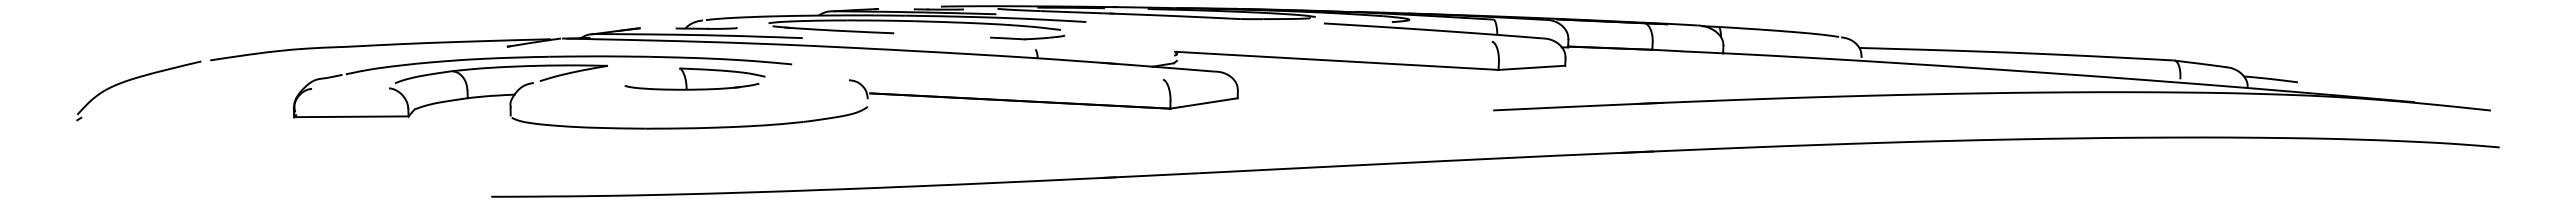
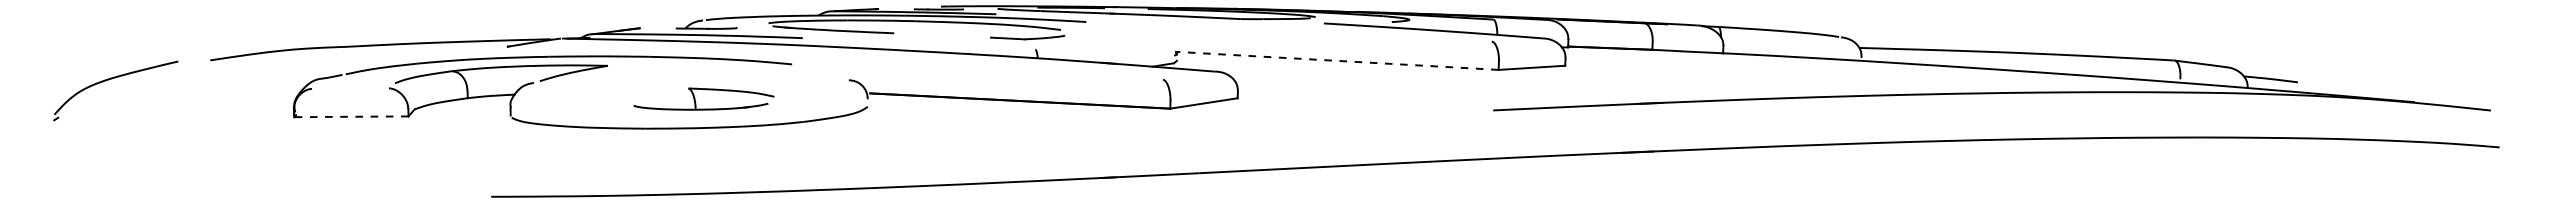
line at (1336, 60): solid -> dashed
part at (686, 78) position: (686, 78) -> (695, 98)
part at (135, 79) position: (135, 79) -> (112, 79)
line at (350, 116): solid -> dashed
